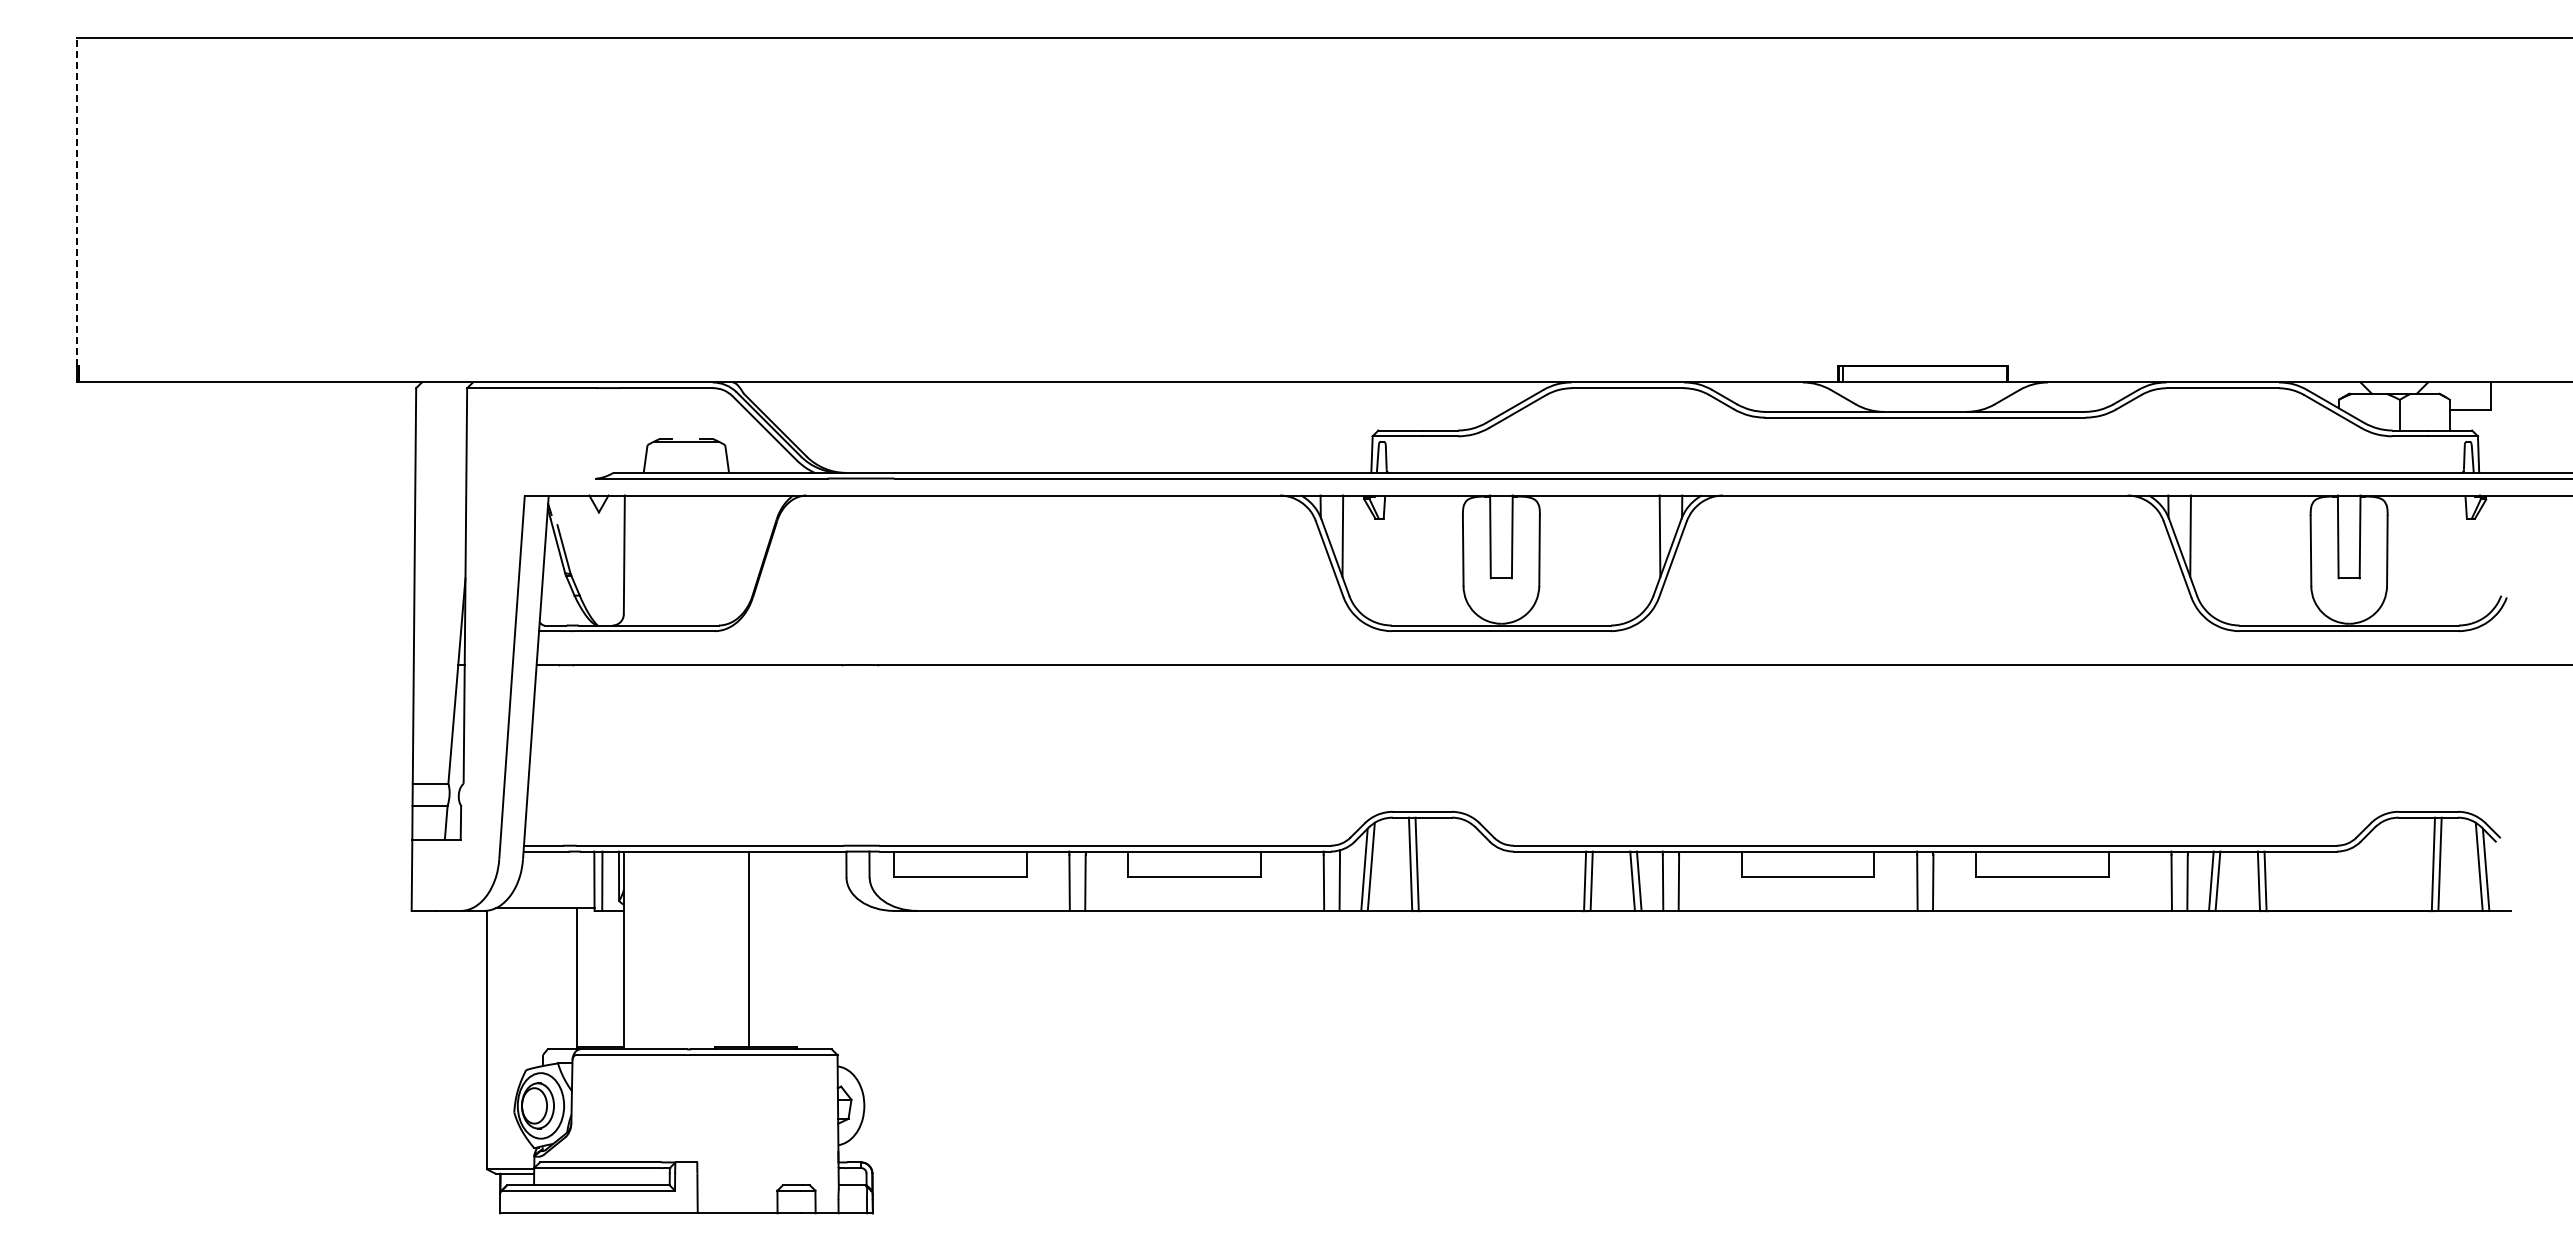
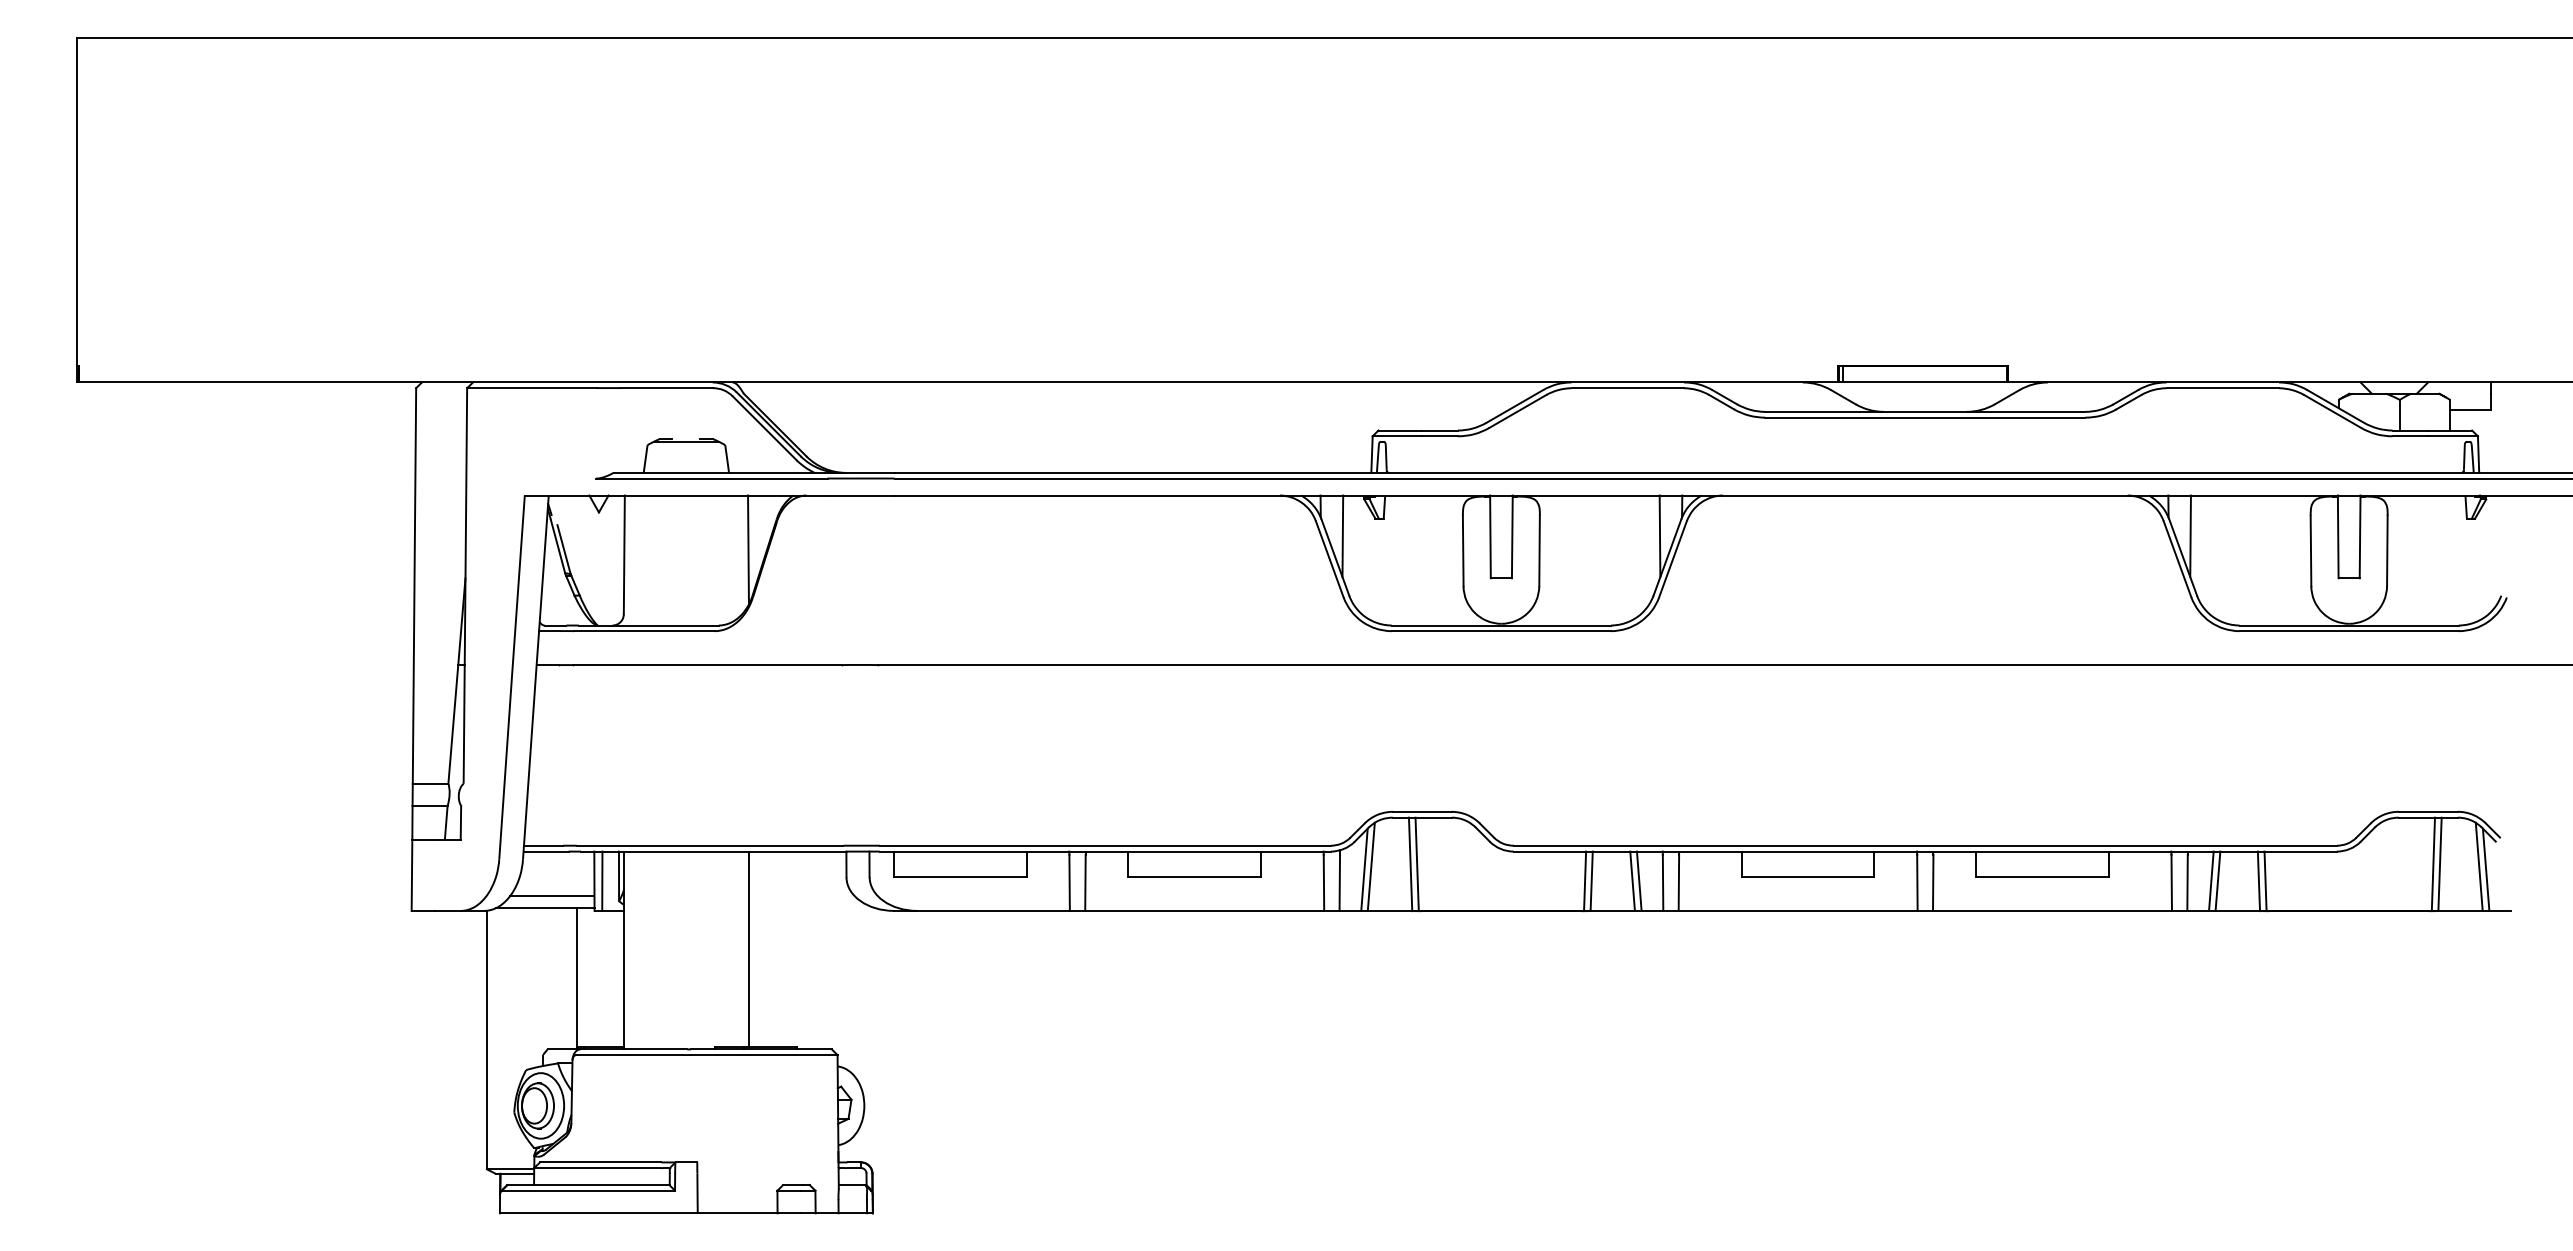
line at (77, 201): dashed -> solid
line at (748, 549): none -> present
line at (551, 896): none -> present
